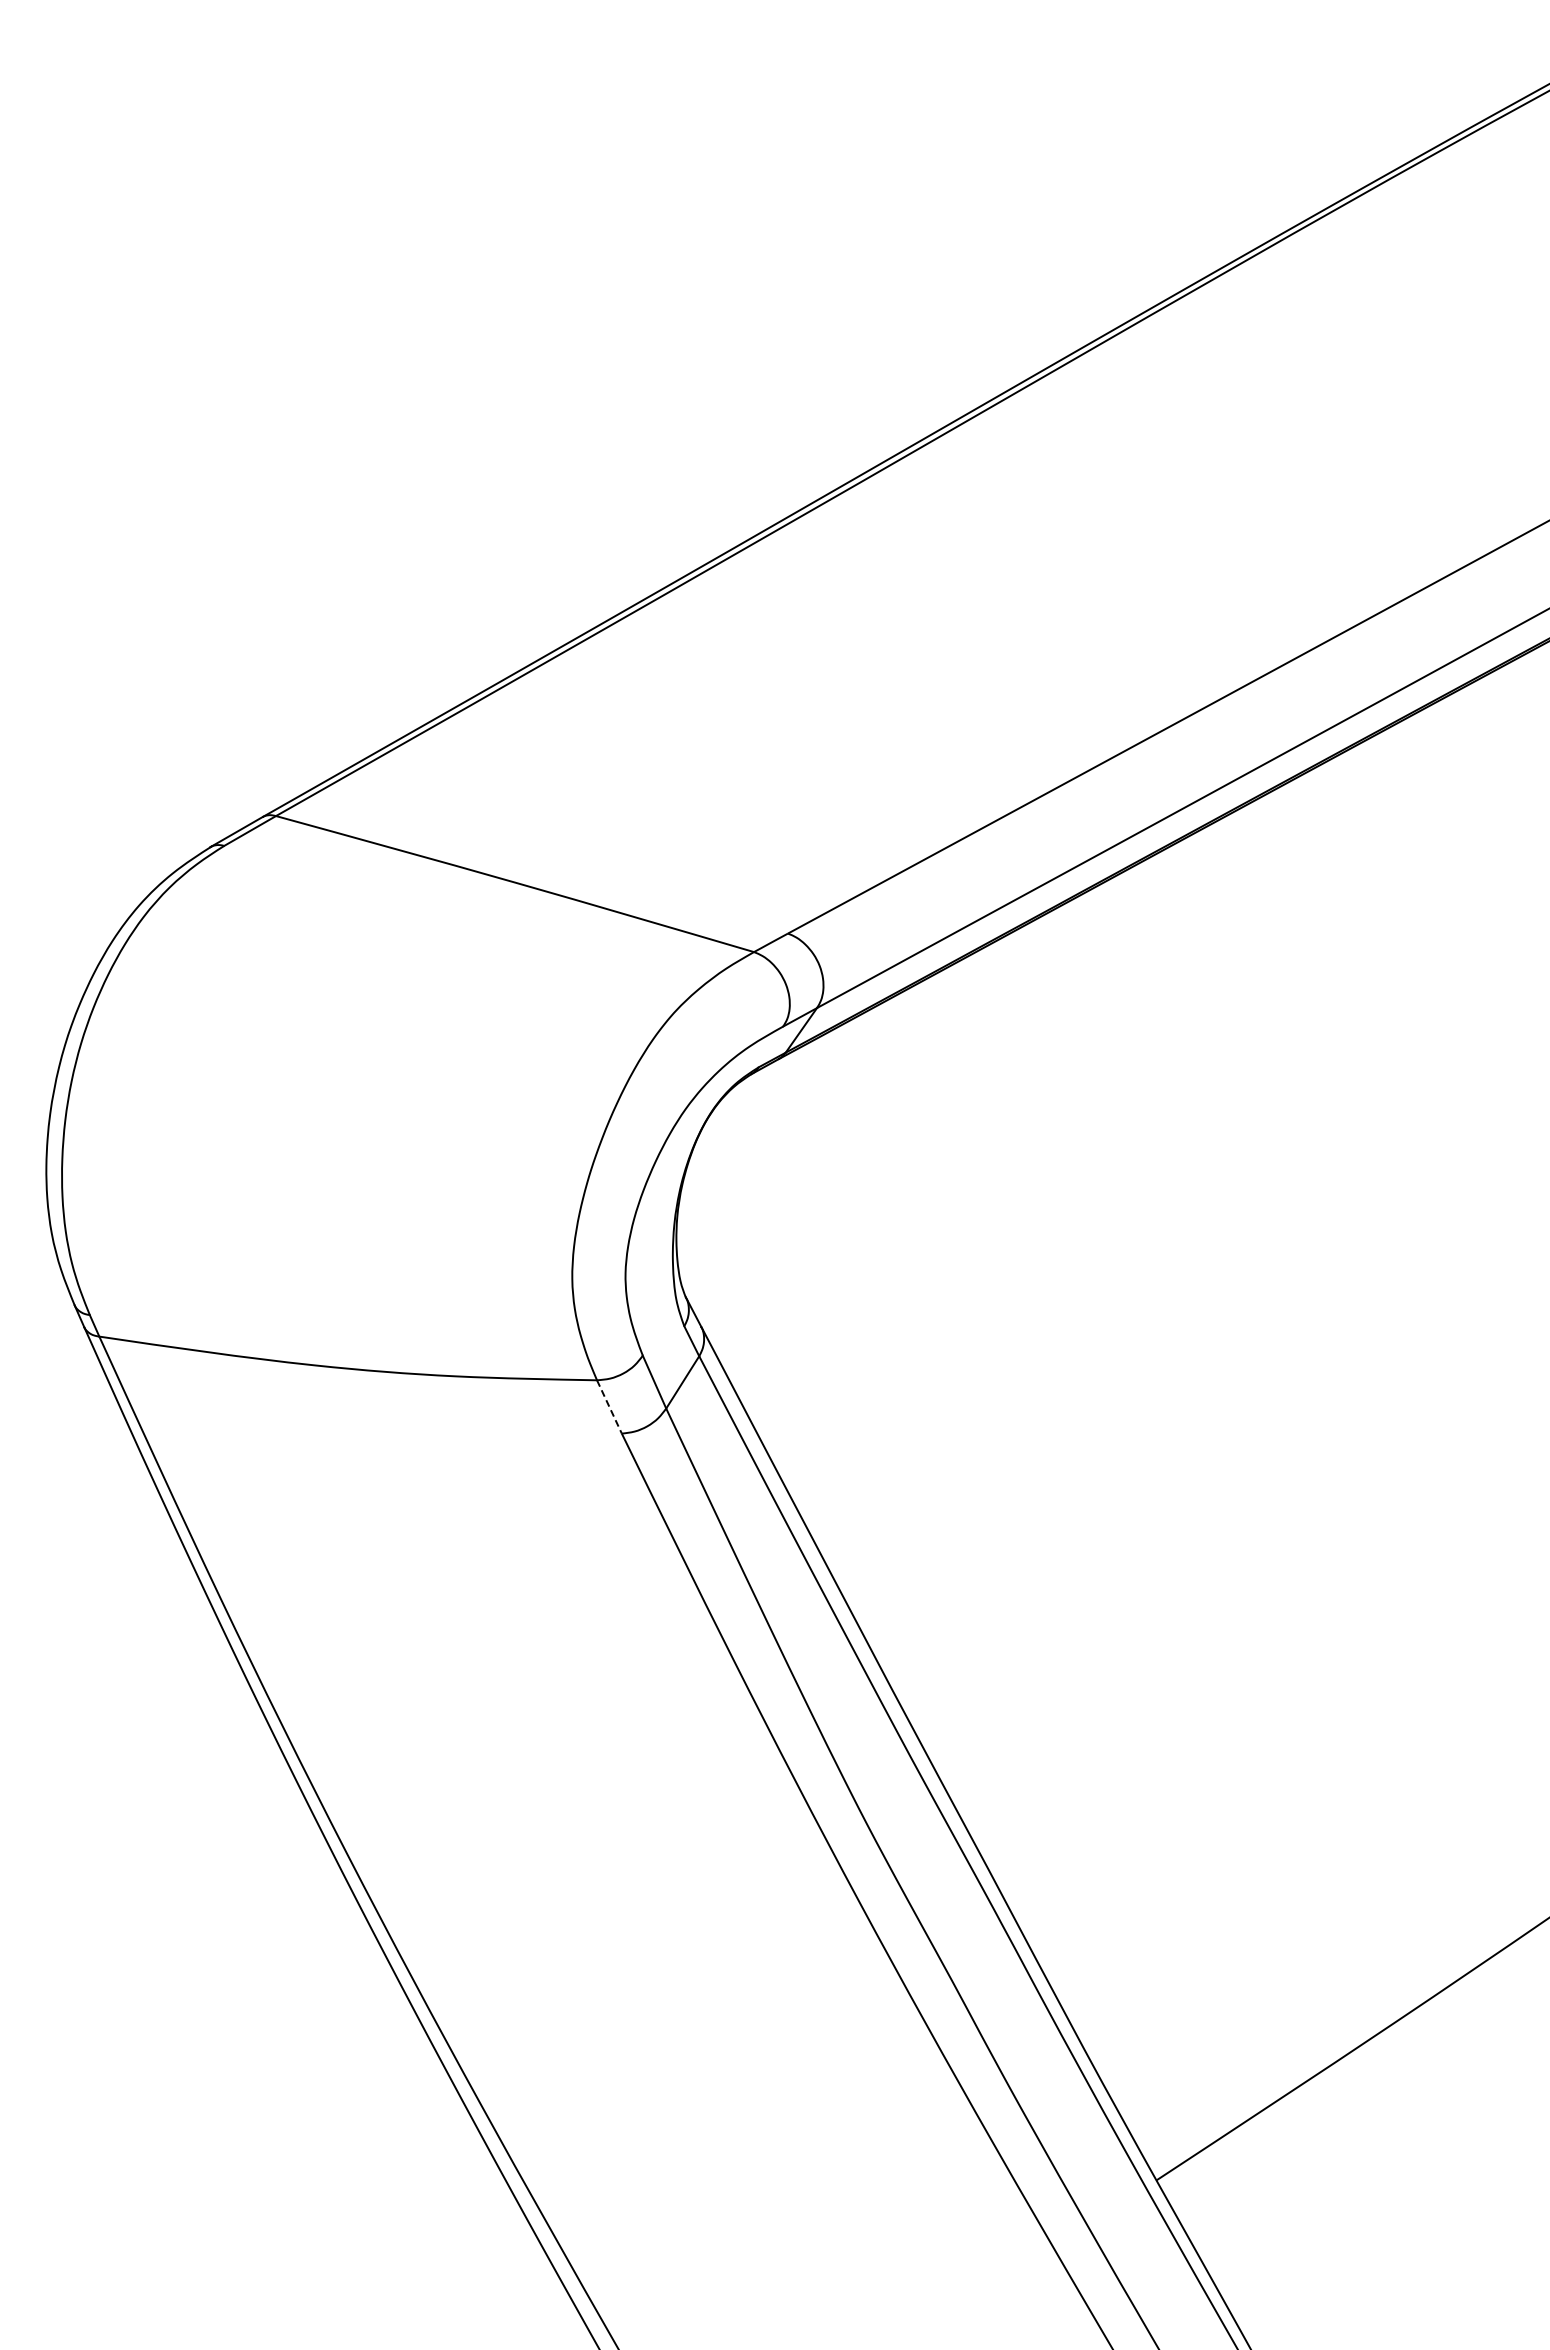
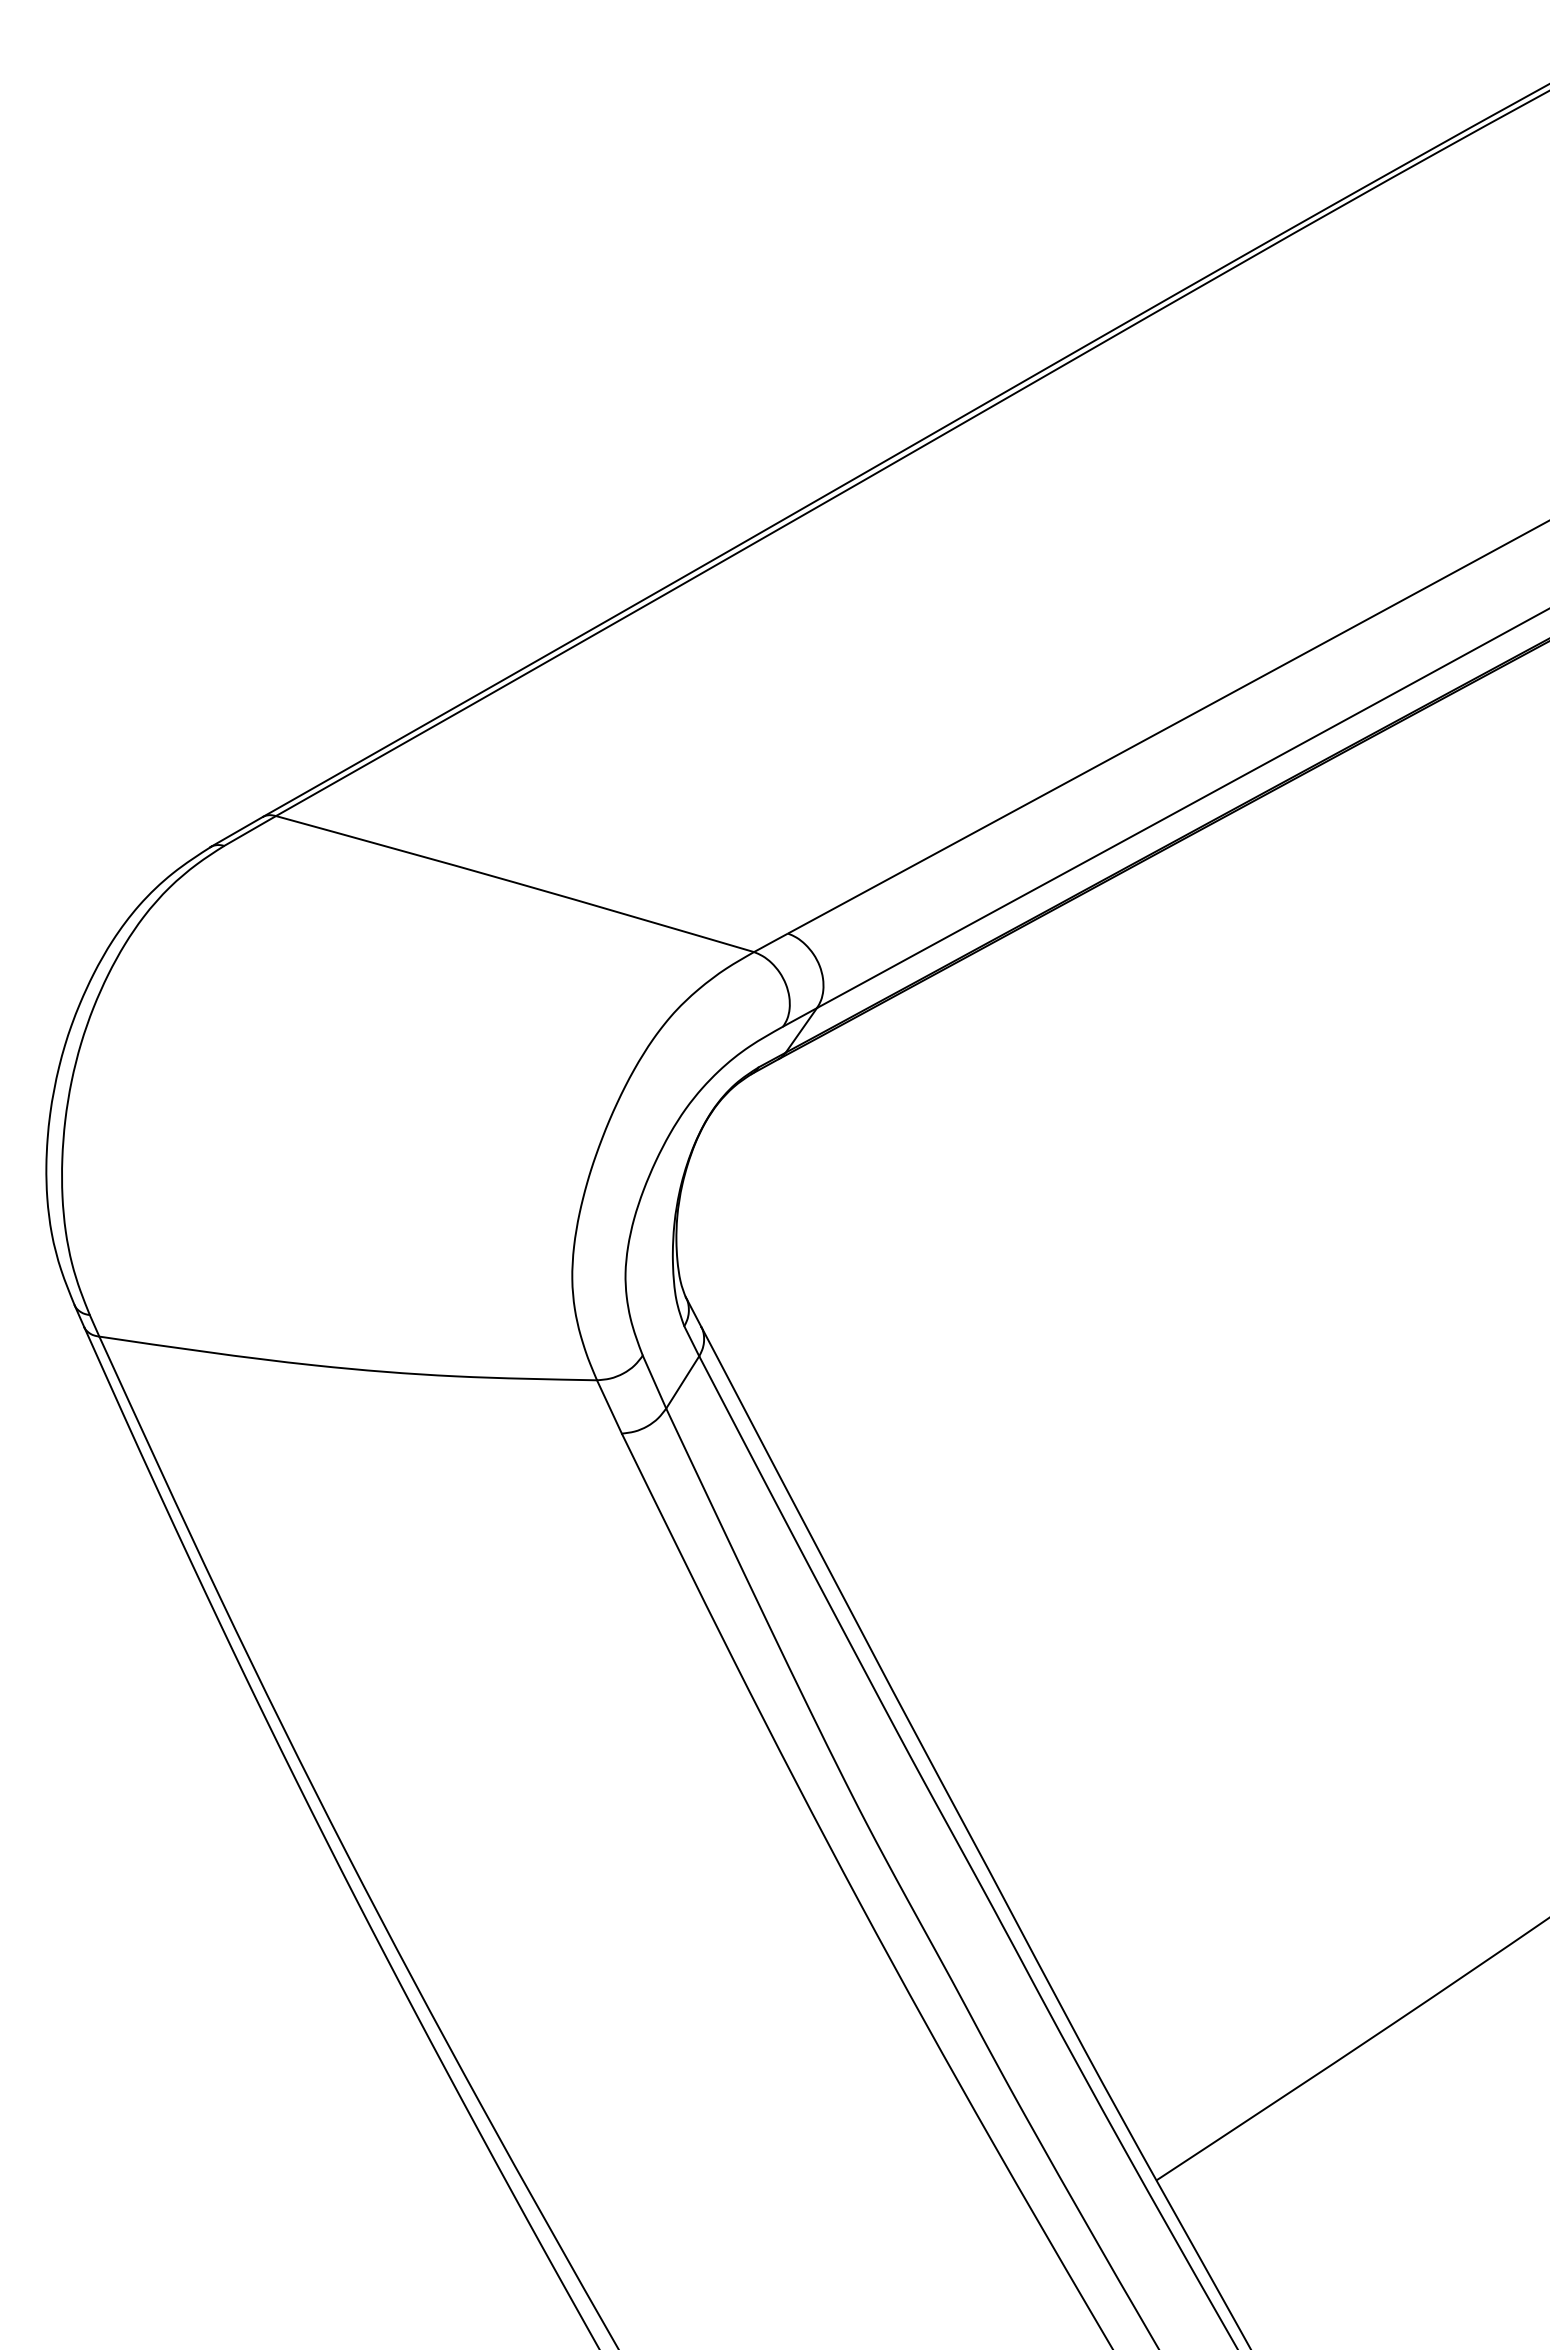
line at (609, 1407): dashed -> solid
